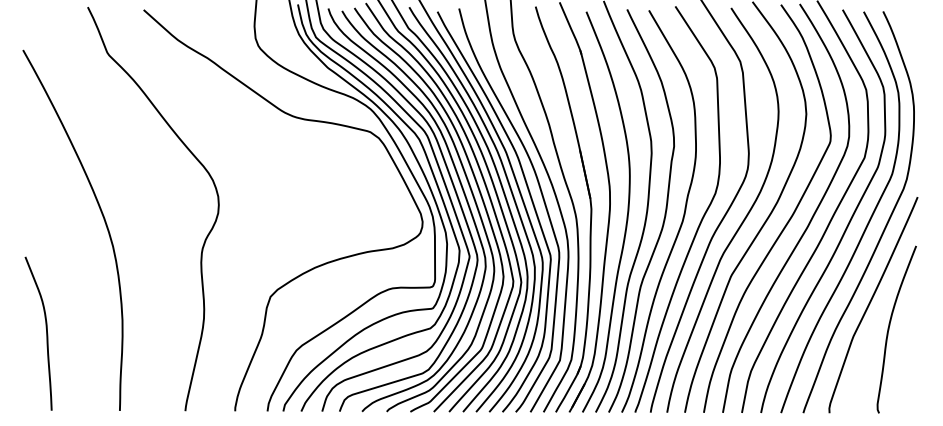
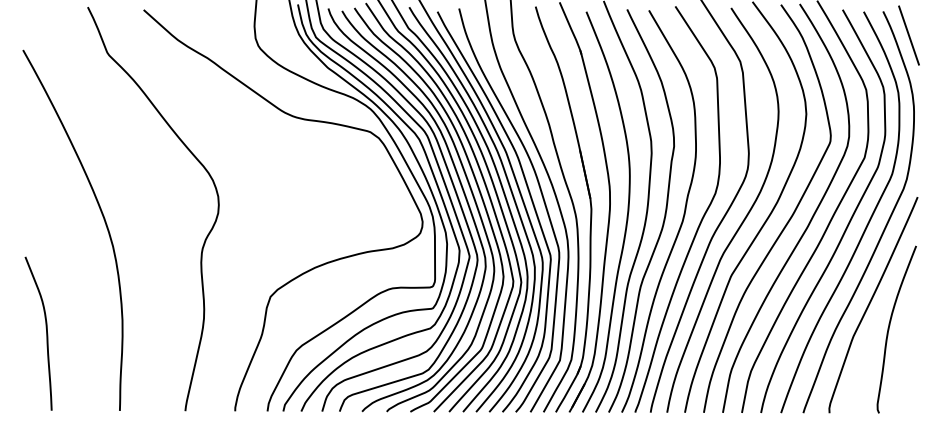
line at (908, 35): none -> present
